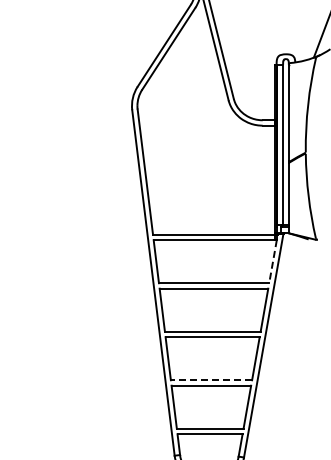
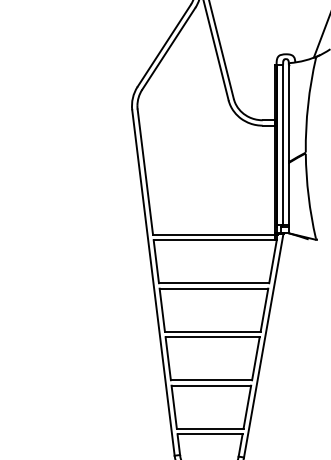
line at (273, 261): dashed -> solid
line at (211, 380): dashed -> solid
